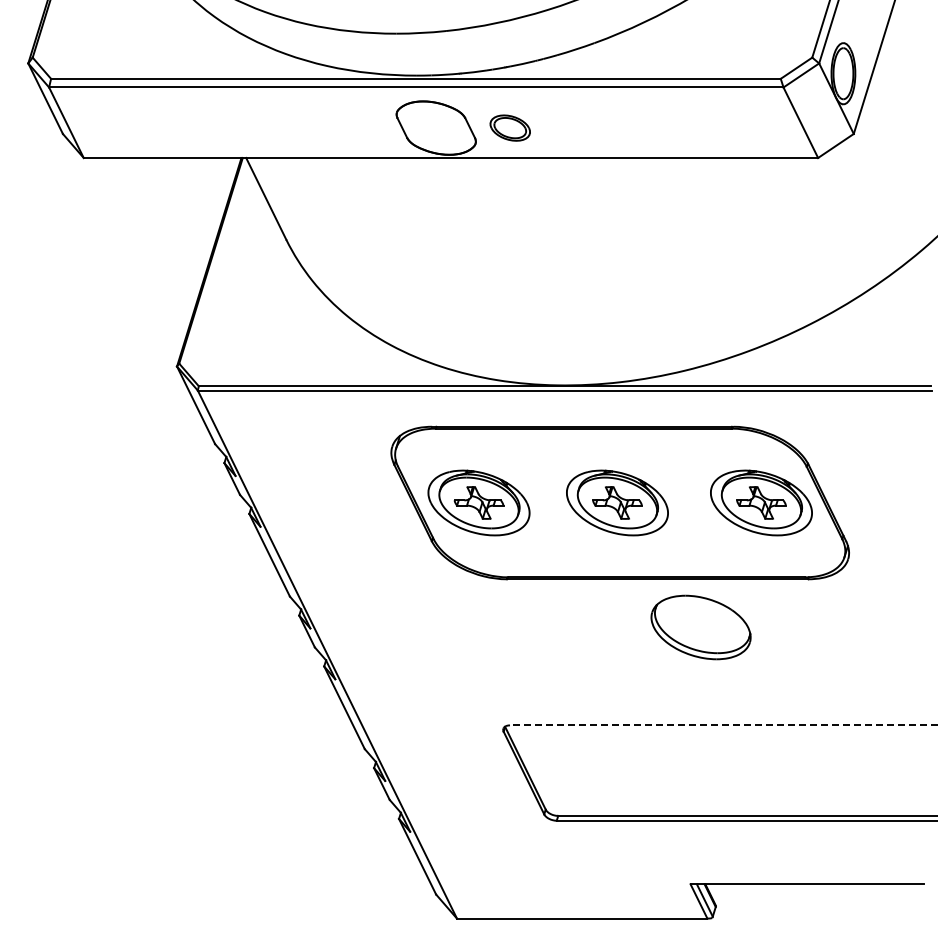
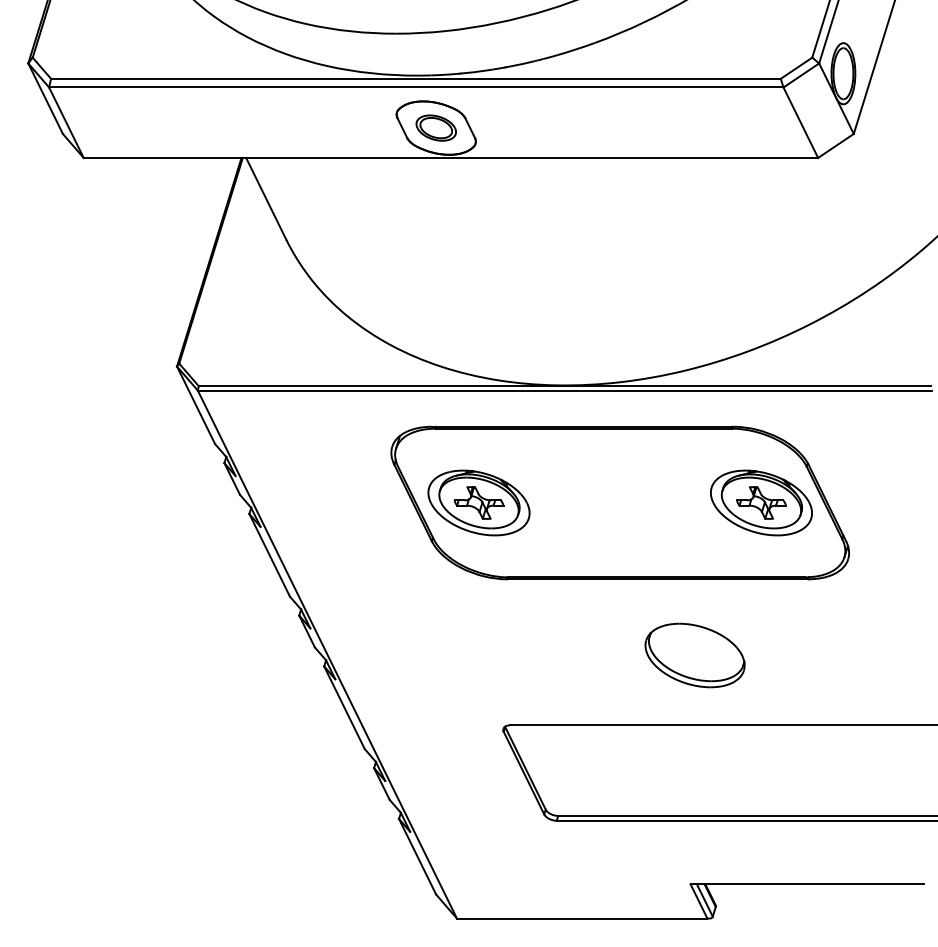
part at (509, 127) position: (509, 127) -> (435, 127)
part at (617, 502): present -> none
part at (700, 627) position: (700, 627) -> (694, 655)
line at (723, 725): dashed -> solid
